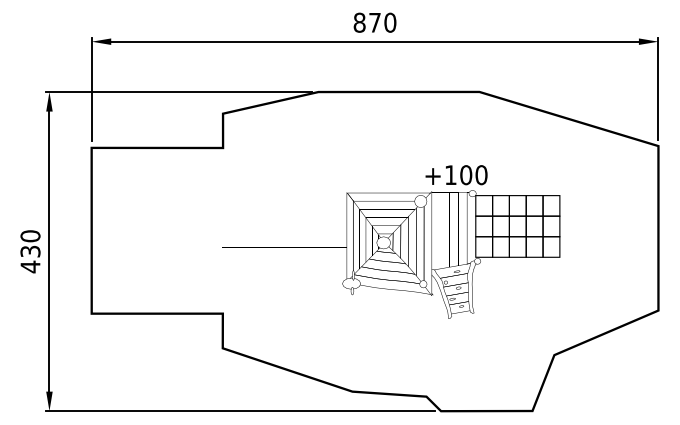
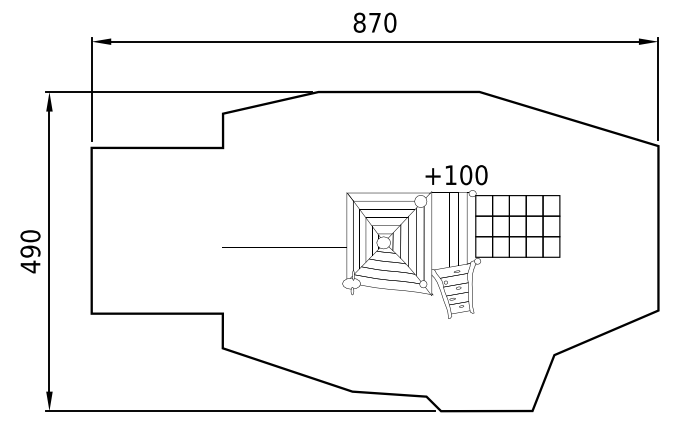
text at (30, 251): 430 -> 490
